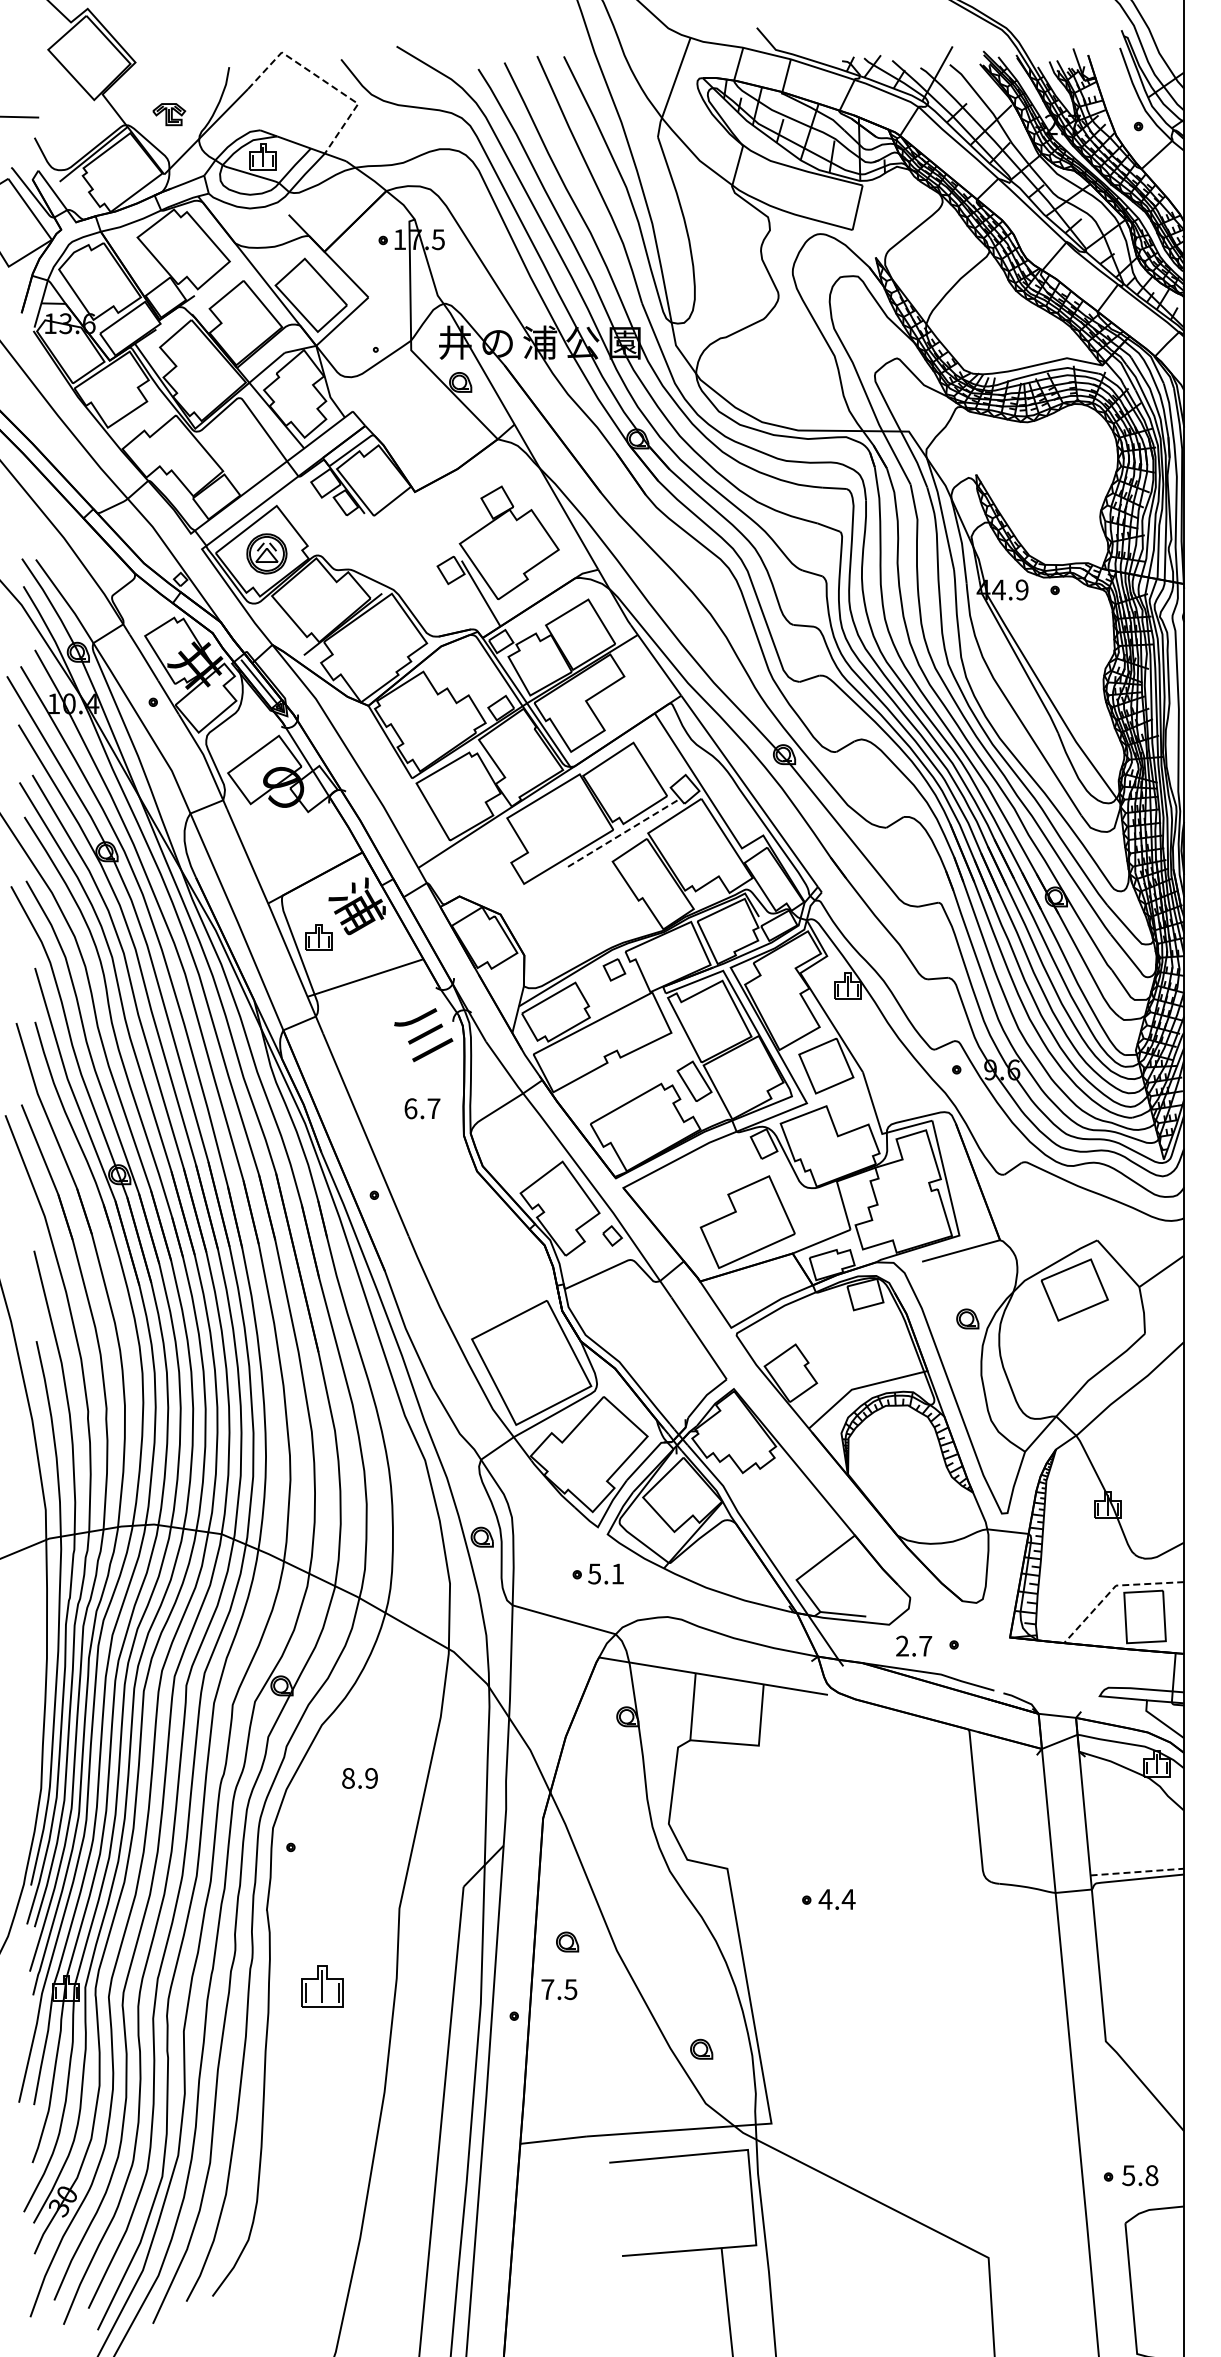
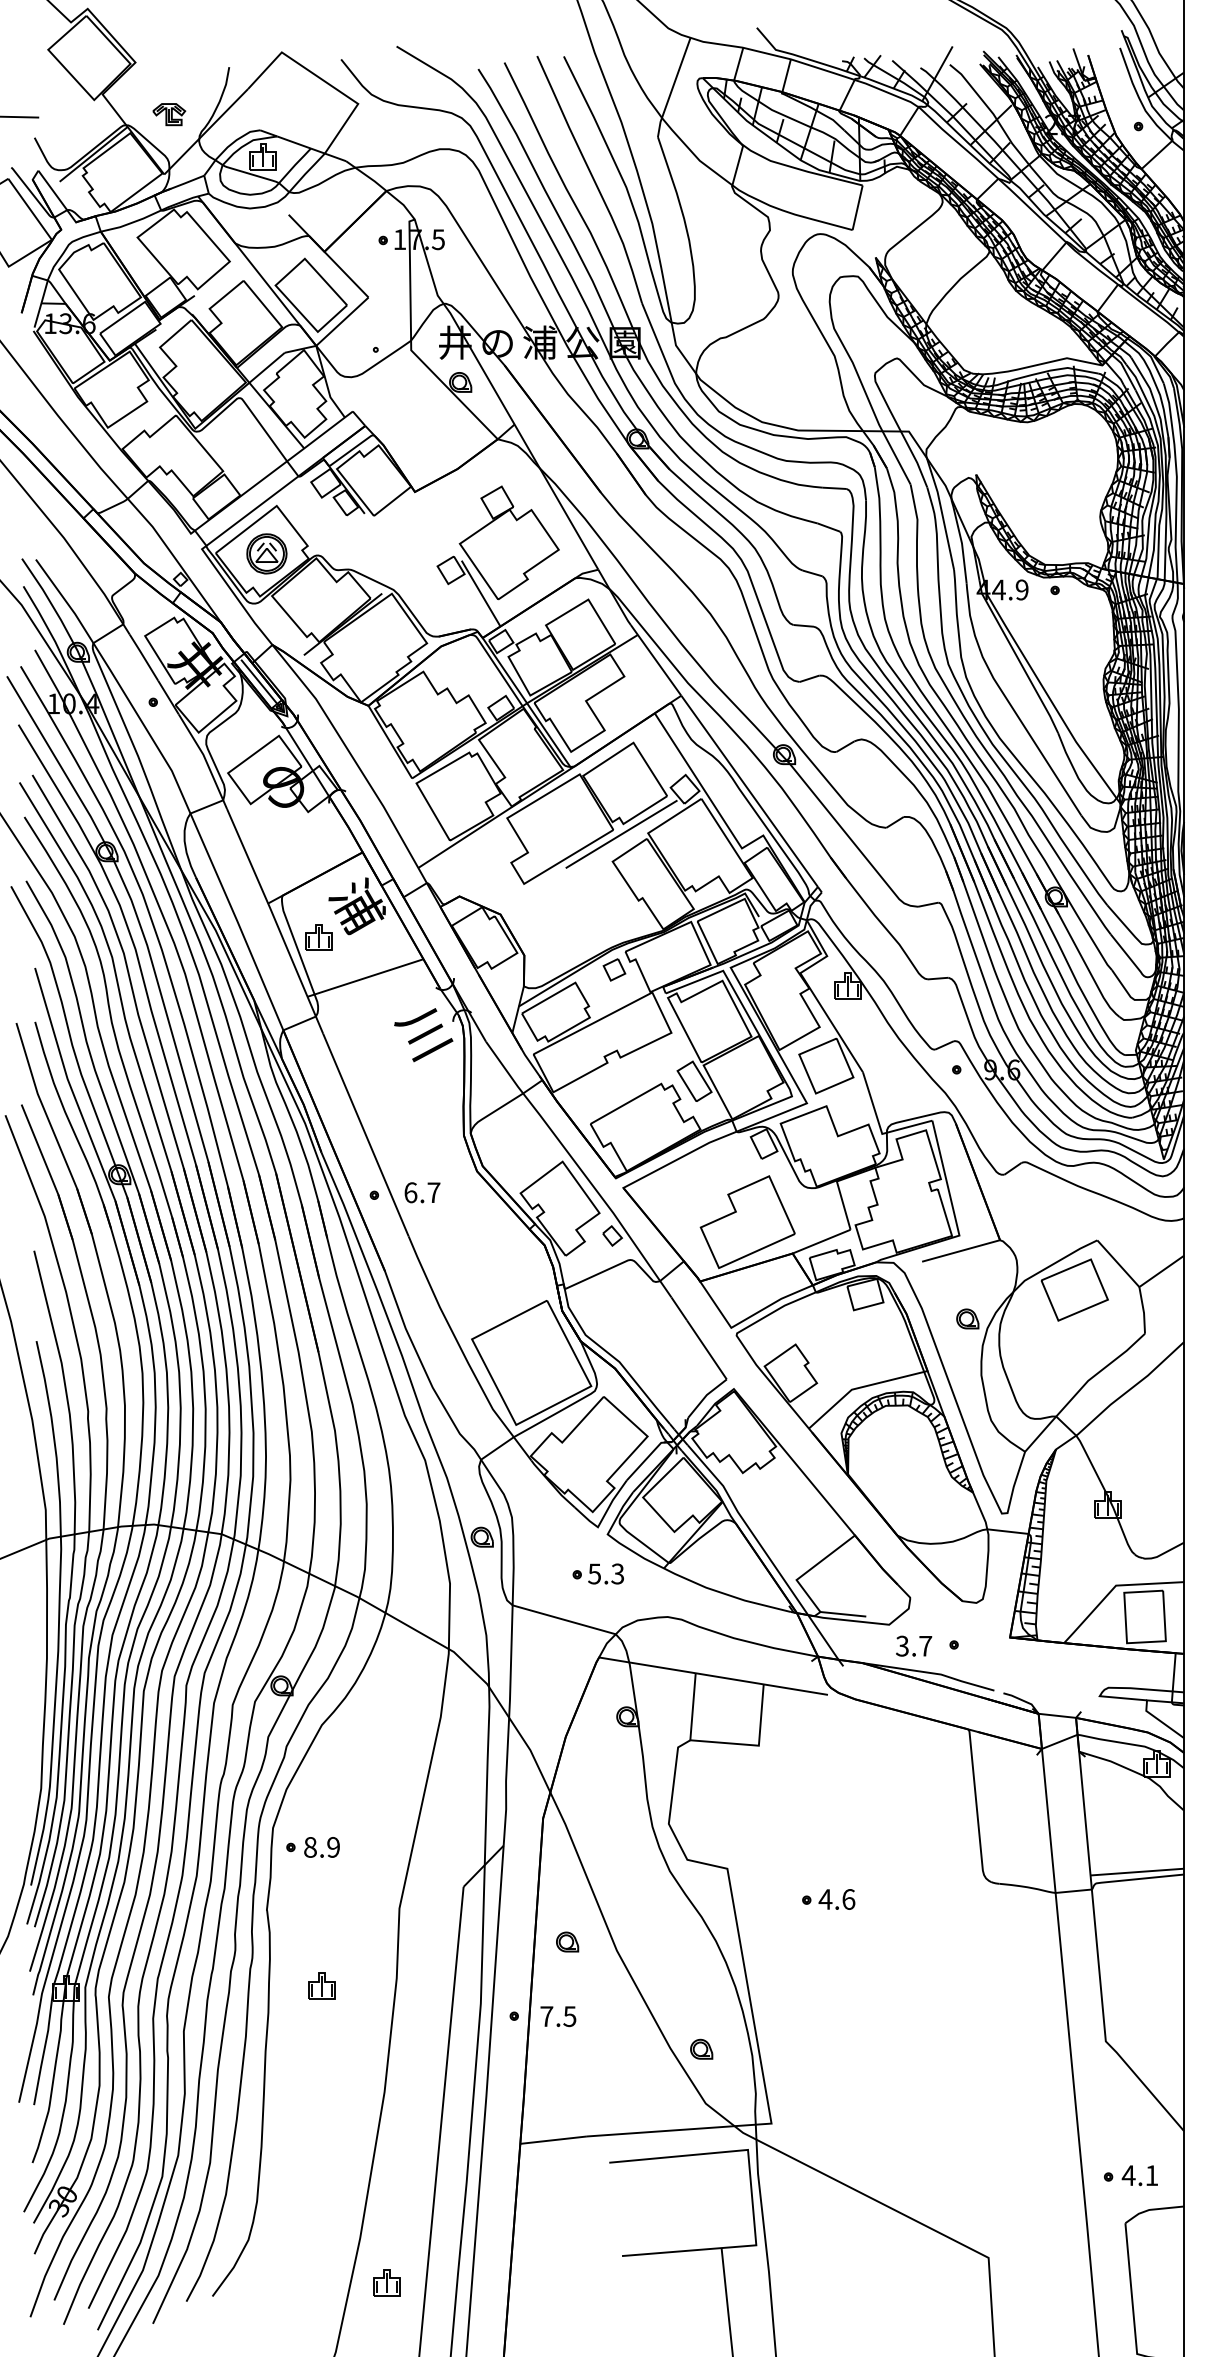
line at (324, 81): dashed -> solid
line at (621, 834): dashed -> solid
text at (422, 1108) position: (422, 1108) -> (422, 1192)
text at (617, 1573): 5.1 -> 5.3
line at (1112, 1589): dashed -> solid
text at (902, 1646): 2.7 -> 3.7
text at (359, 1778) position: (359, 1778) -> (321, 1847)
line at (1137, 1872): dashed -> solid
text at (848, 1899): 4.4 -> 4.6
part at (322, 1986) size: 43x43 px -> 28x28 px
text at (559, 1989) position: (559, 1989) -> (558, 2016)
text at (1139, 2175): 5.8 -> 4.1
part at (386, 2282): none -> present
